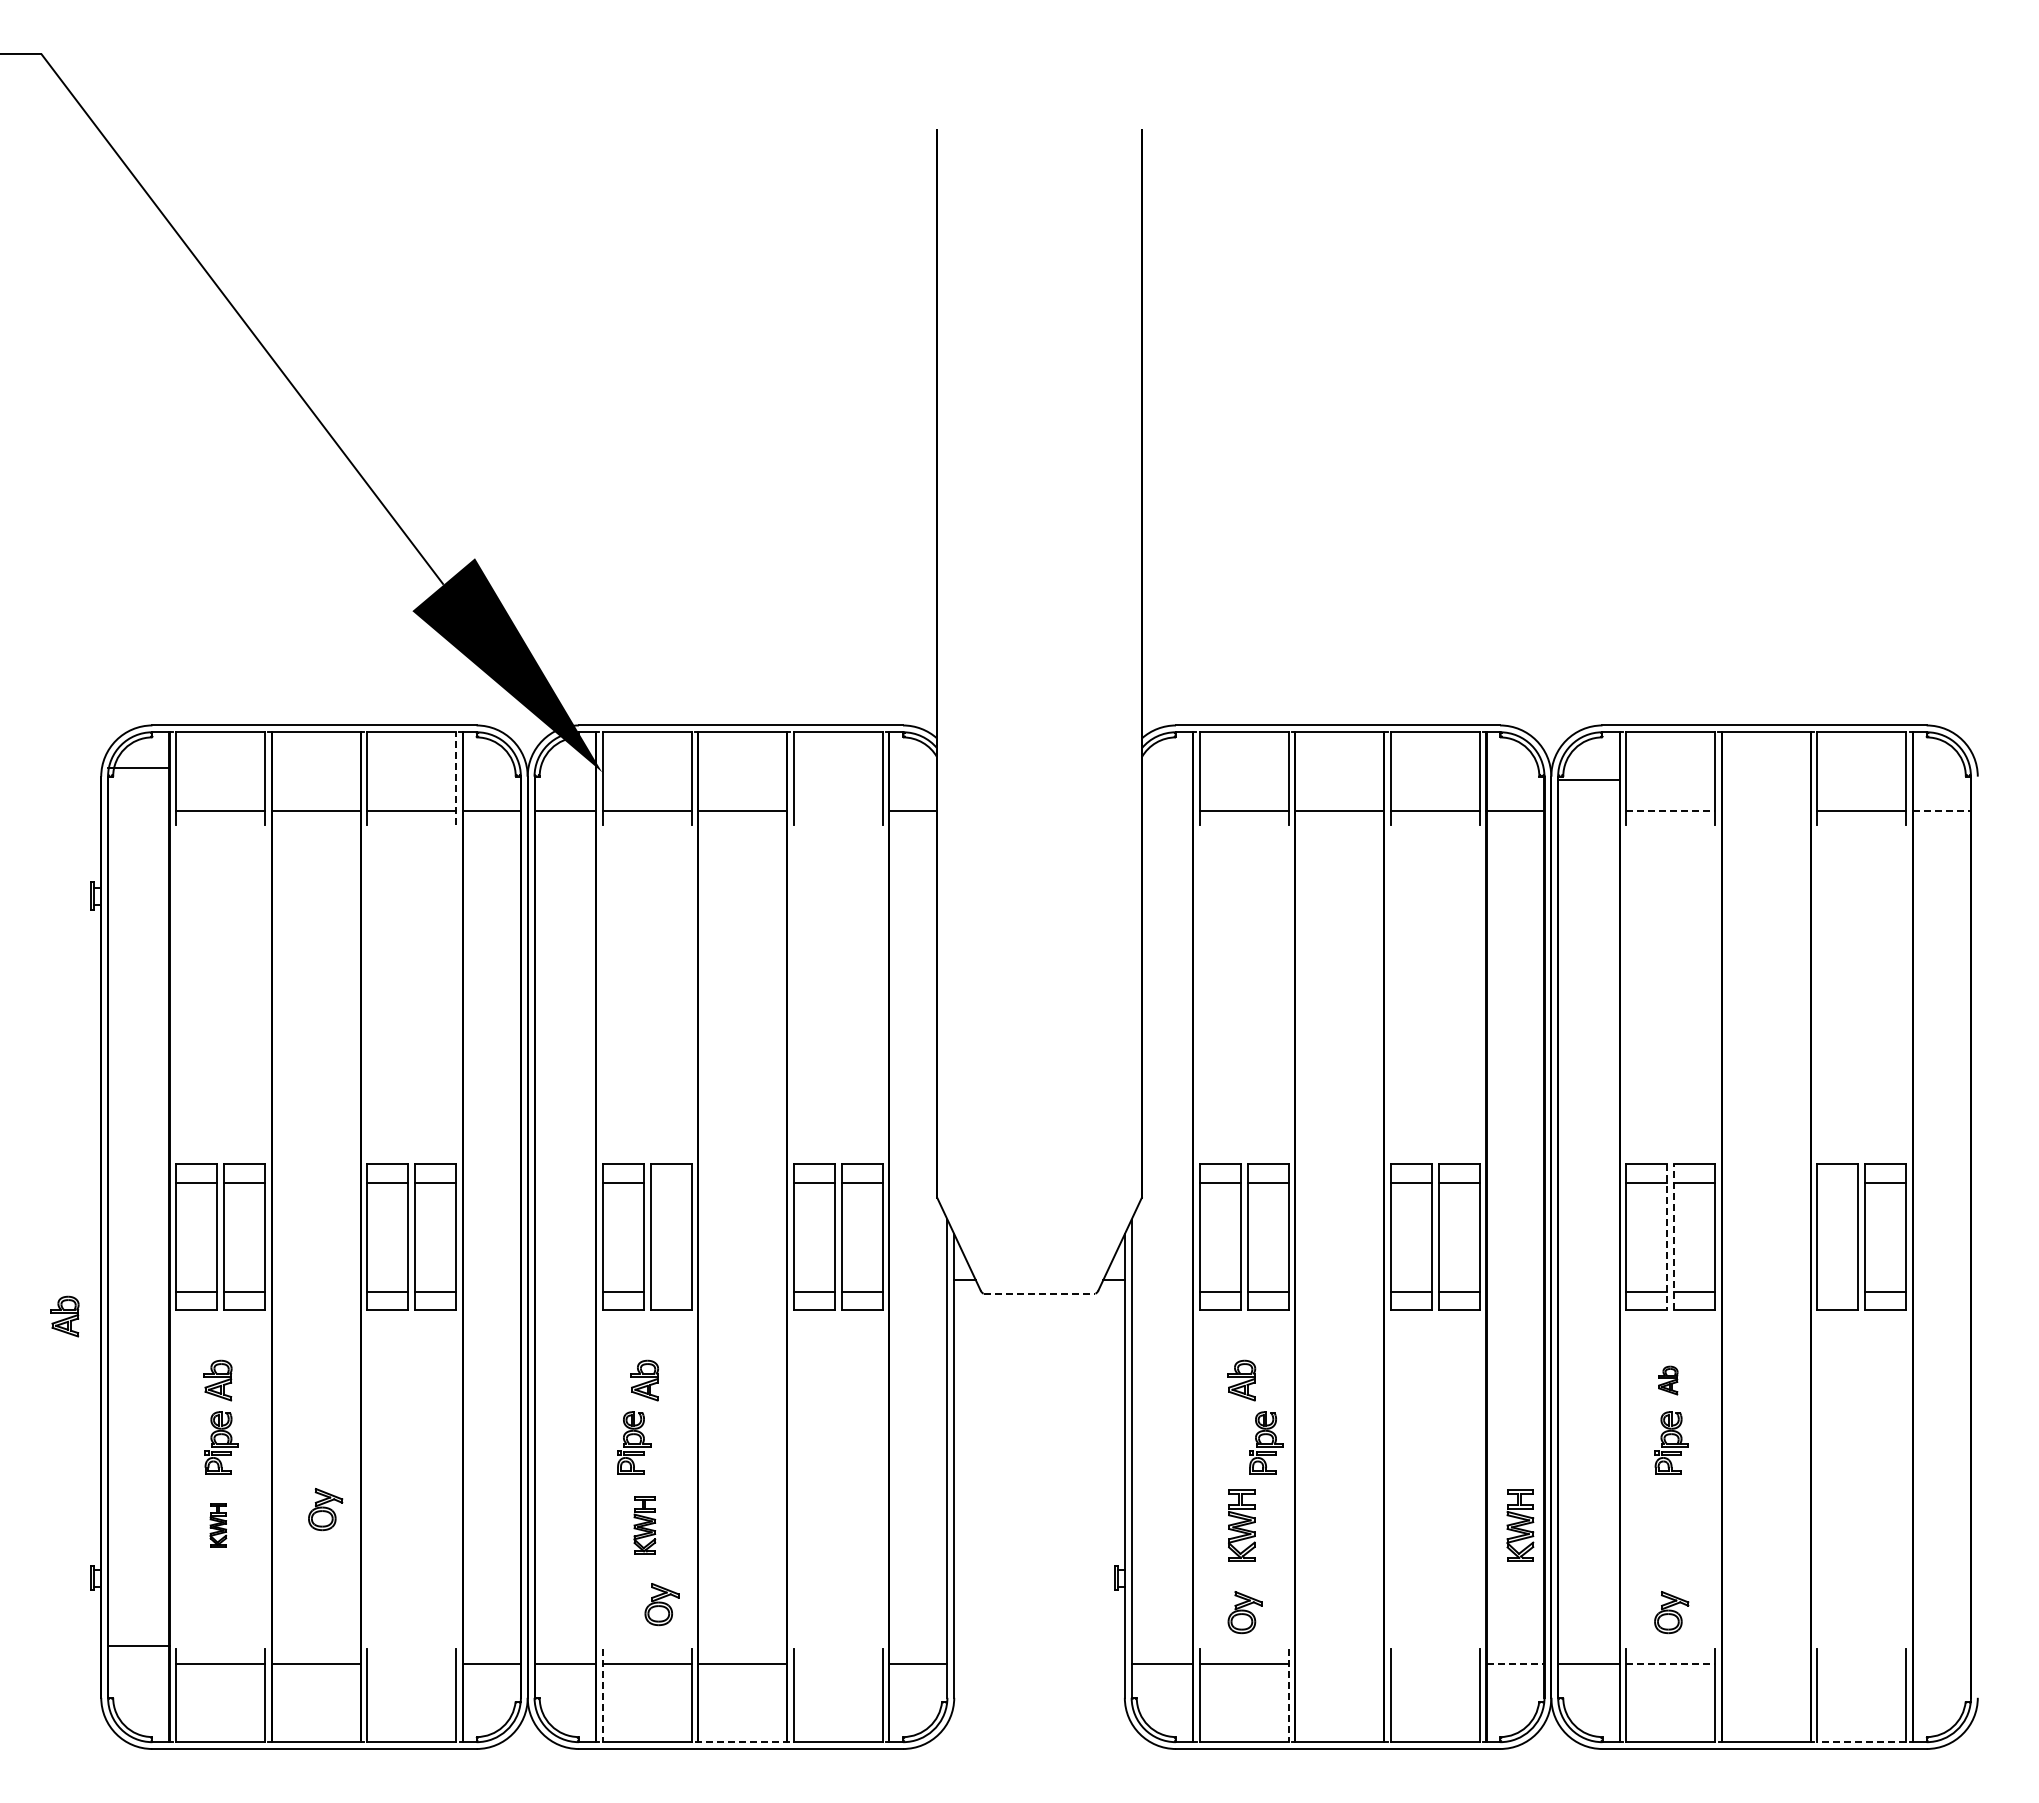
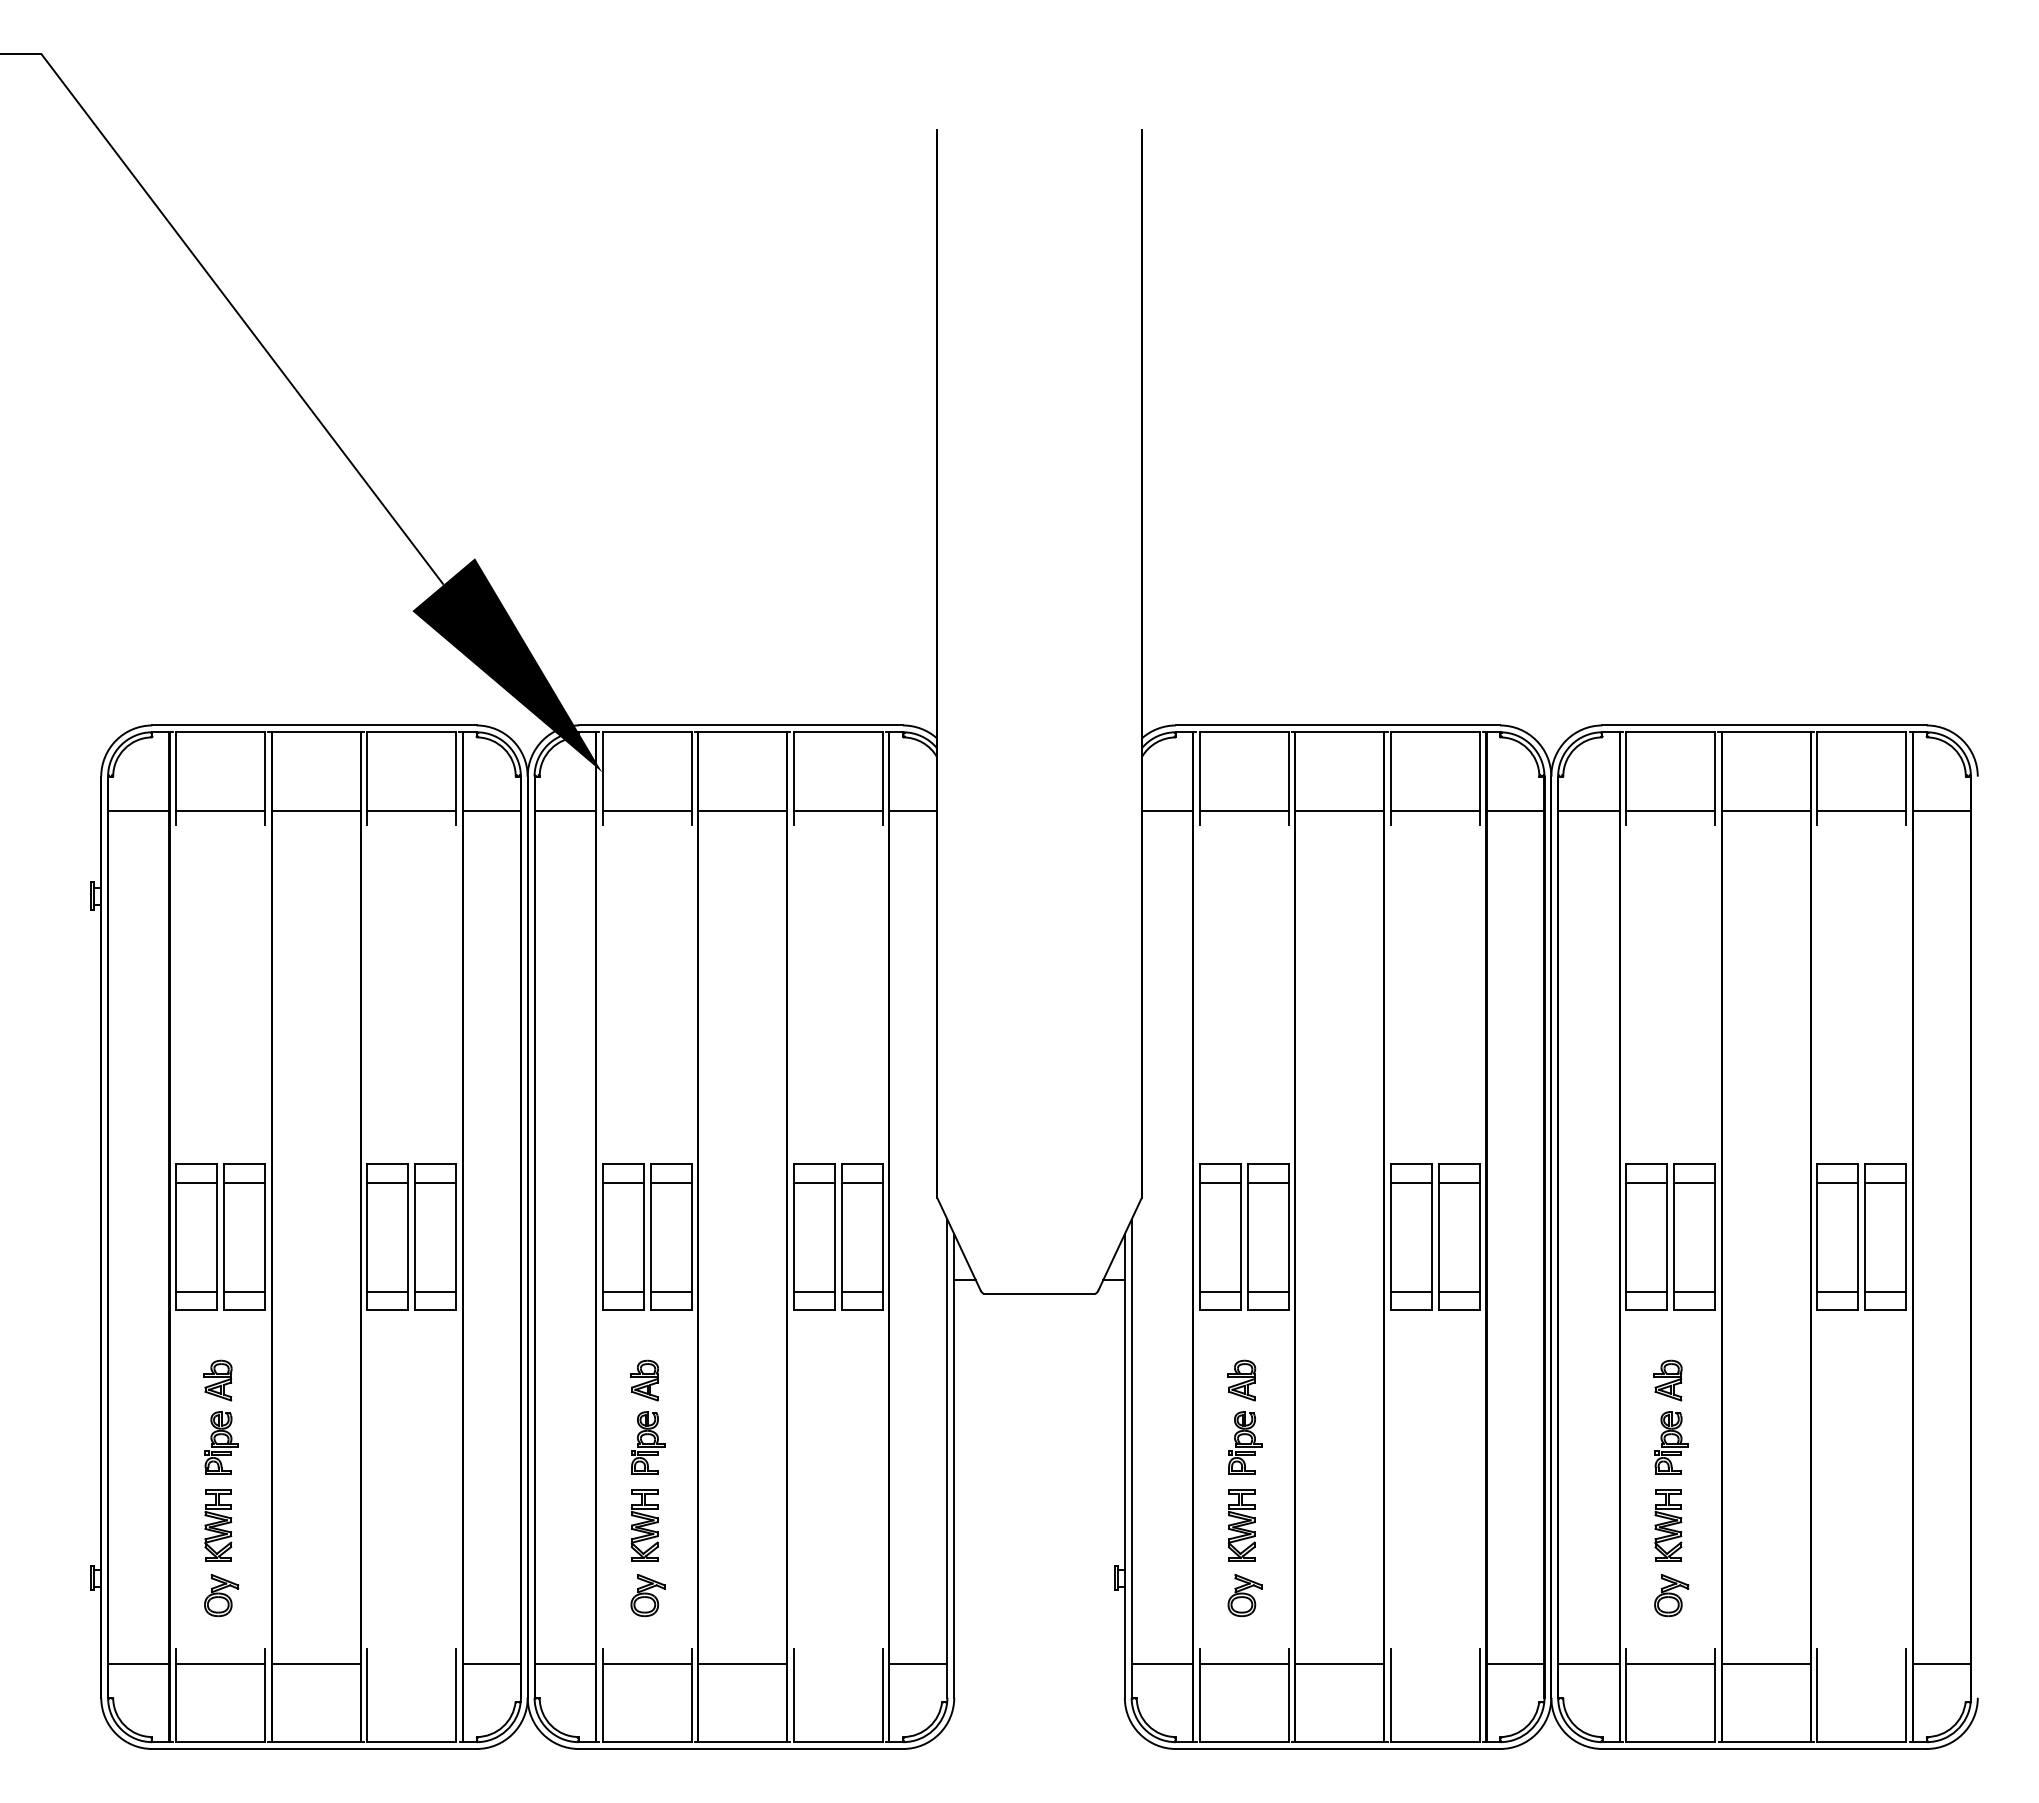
line at (138, 767) position: (138, 767) -> (138, 810)
line at (456, 778): dashed -> solid
line at (1588, 779) position: (1588, 779) -> (1588, 810)
line at (837, 810): none -> present
line at (1167, 810): none -> present
line at (1671, 810): dashed -> solid
line at (1765, 810): none -> present
line at (1942, 810): dashed -> solid
line at (670, 1182): none -> present
line at (1837, 1182): none -> present
line at (1674, 1236): dashed -> solid
line at (1667, 1237): dashed -> solid
line at (670, 1291): none -> present
line at (1837, 1291): none -> present
line at (1039, 1293): dashed -> solid
part at (64, 1316): present -> none
part at (1668, 1380) size: 21x31 px -> 30x43 px
part at (634, 1442) position: (634, 1442) -> (648, 1442)
part at (1266, 1442) position: (1266, 1442) -> (1245, 1442)
part at (325, 1509) position: (325, 1509) -> (221, 1595)
part at (218, 1525) size: 19x45 px -> 29x73 px
part at (644, 1525) size: 24x59 px -> 28x73 px
part at (1520, 1525) position: (1520, 1525) -> (1668, 1525)
part at (661, 1604) position: (661, 1604) -> (647, 1595)
part at (1244, 1612) position: (1244, 1612) -> (1244, 1595)
part at (1671, 1612) position: (1671, 1612) -> (1671, 1595)
line at (138, 1645) position: (138, 1645) -> (138, 1663)
line at (1339, 1663): none -> present
line at (1516, 1663): dashed -> solid
line at (1671, 1663): dashed -> solid
line at (1765, 1663): none -> present
line at (1942, 1663): none -> present
line at (602, 1695): dashed -> solid
line at (1288, 1695): dashed -> solid
line at (742, 1742): dashed -> solid
line at (1861, 1742): dashed -> solid
